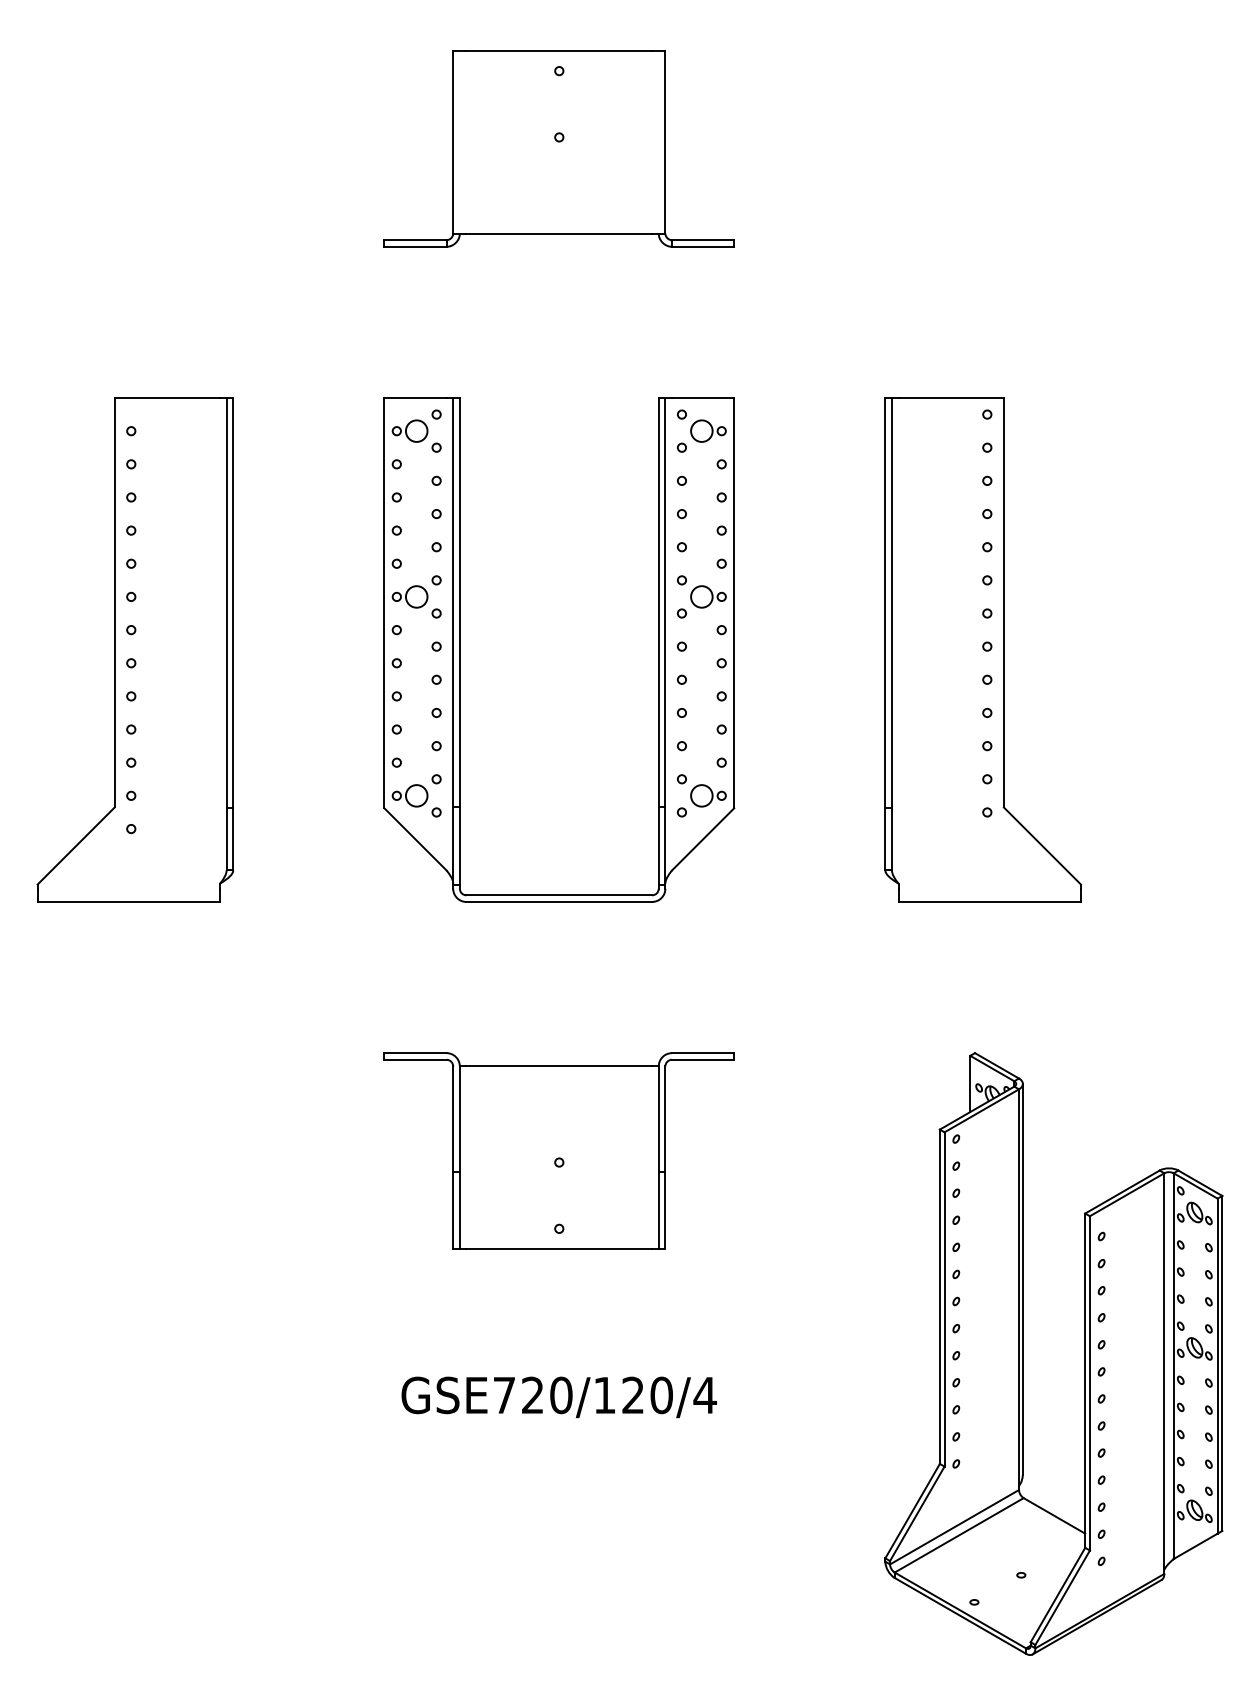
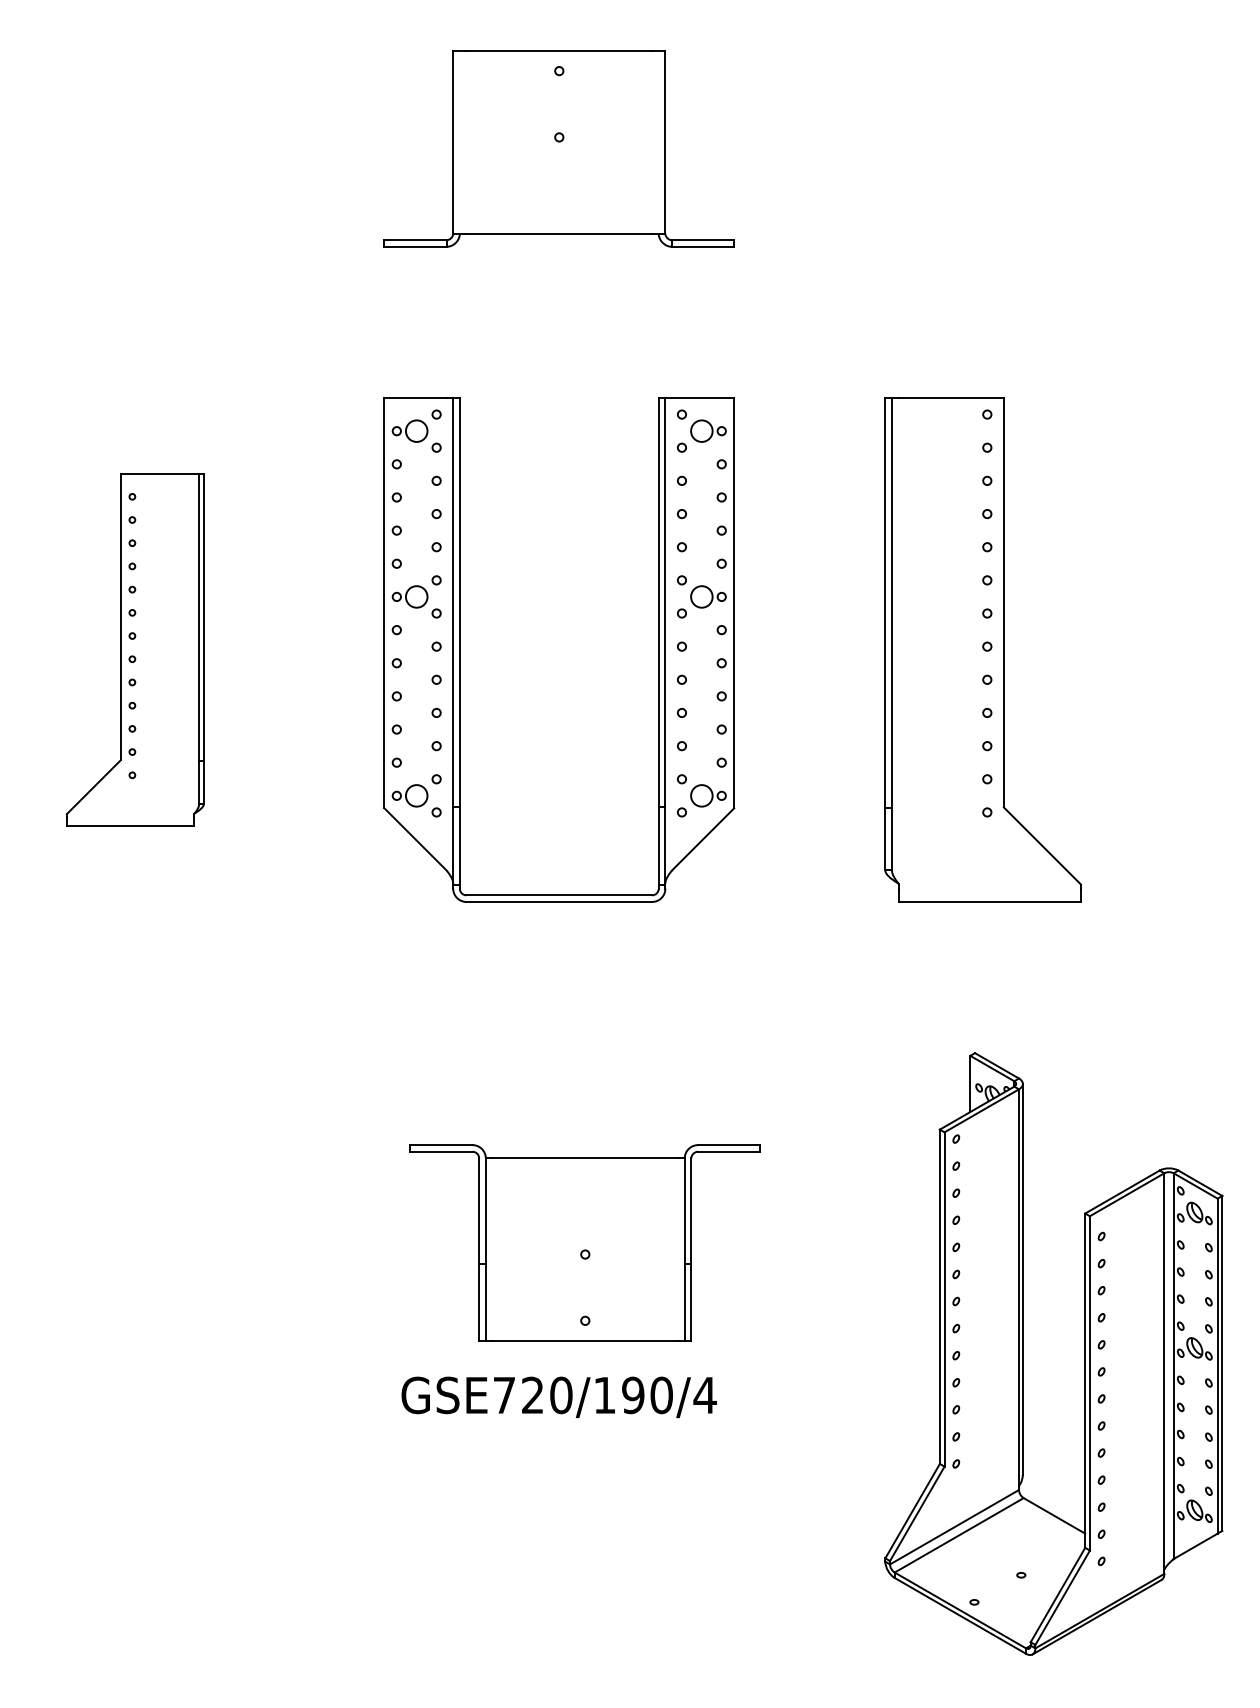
part at (134, 649) size: 198x506 px -> 140x354 px
part at (558, 1150) position: (558, 1150) -> (584, 1242)
text at (633, 1395): GSE720/120/4 -> GSE720/190/4
